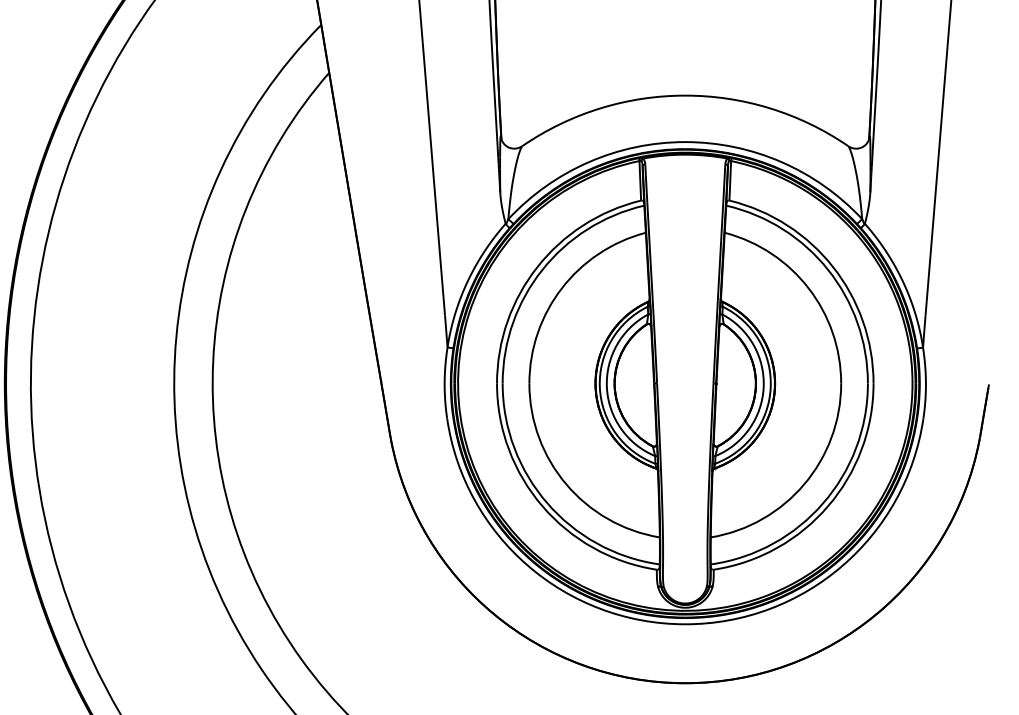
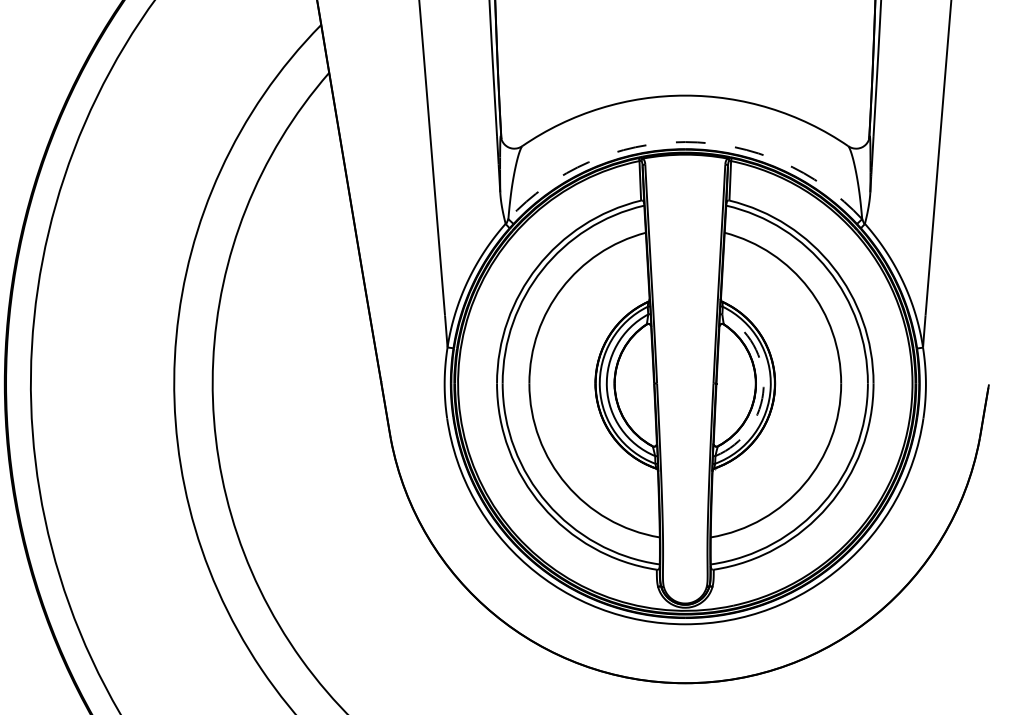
arc at (685, 142): solid -> dashed
arc at (763, 387): solid -> dashed
